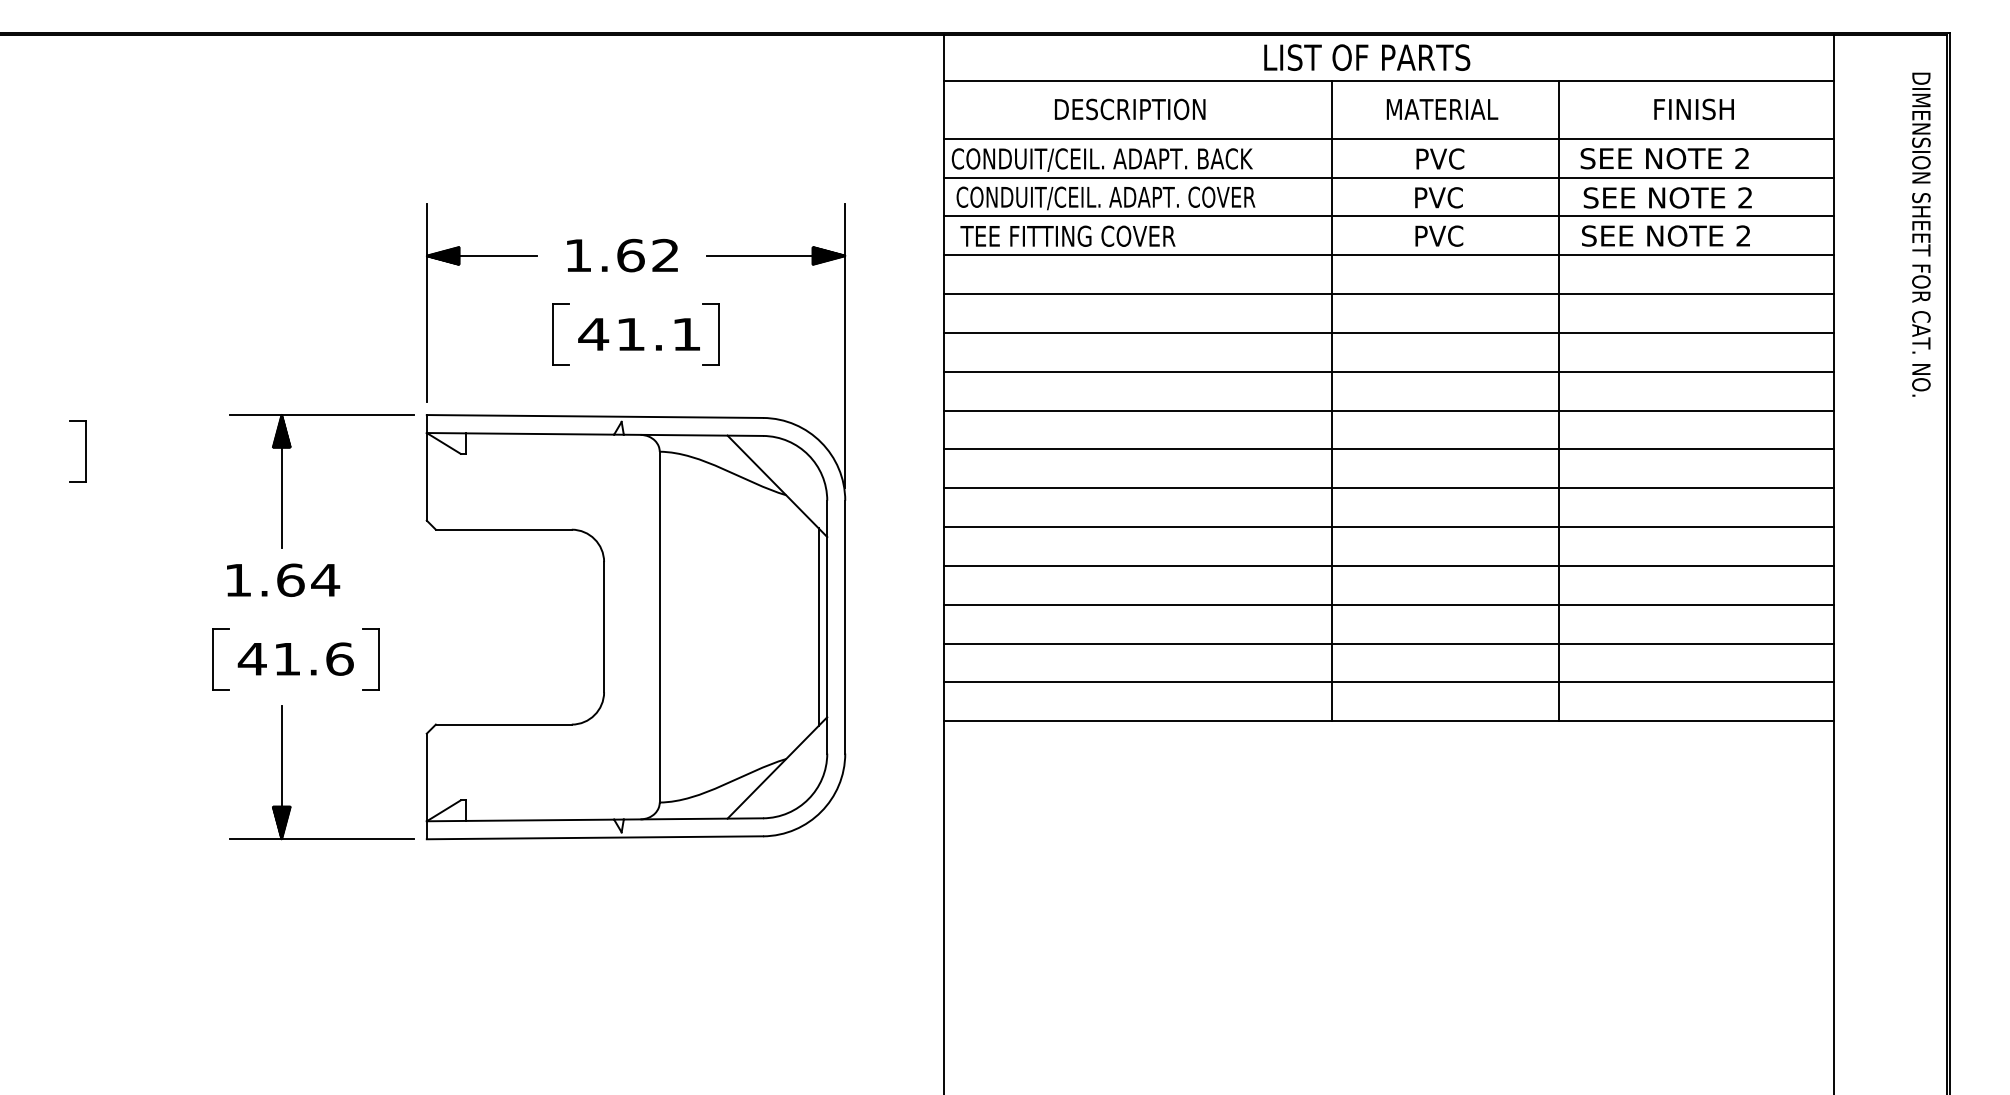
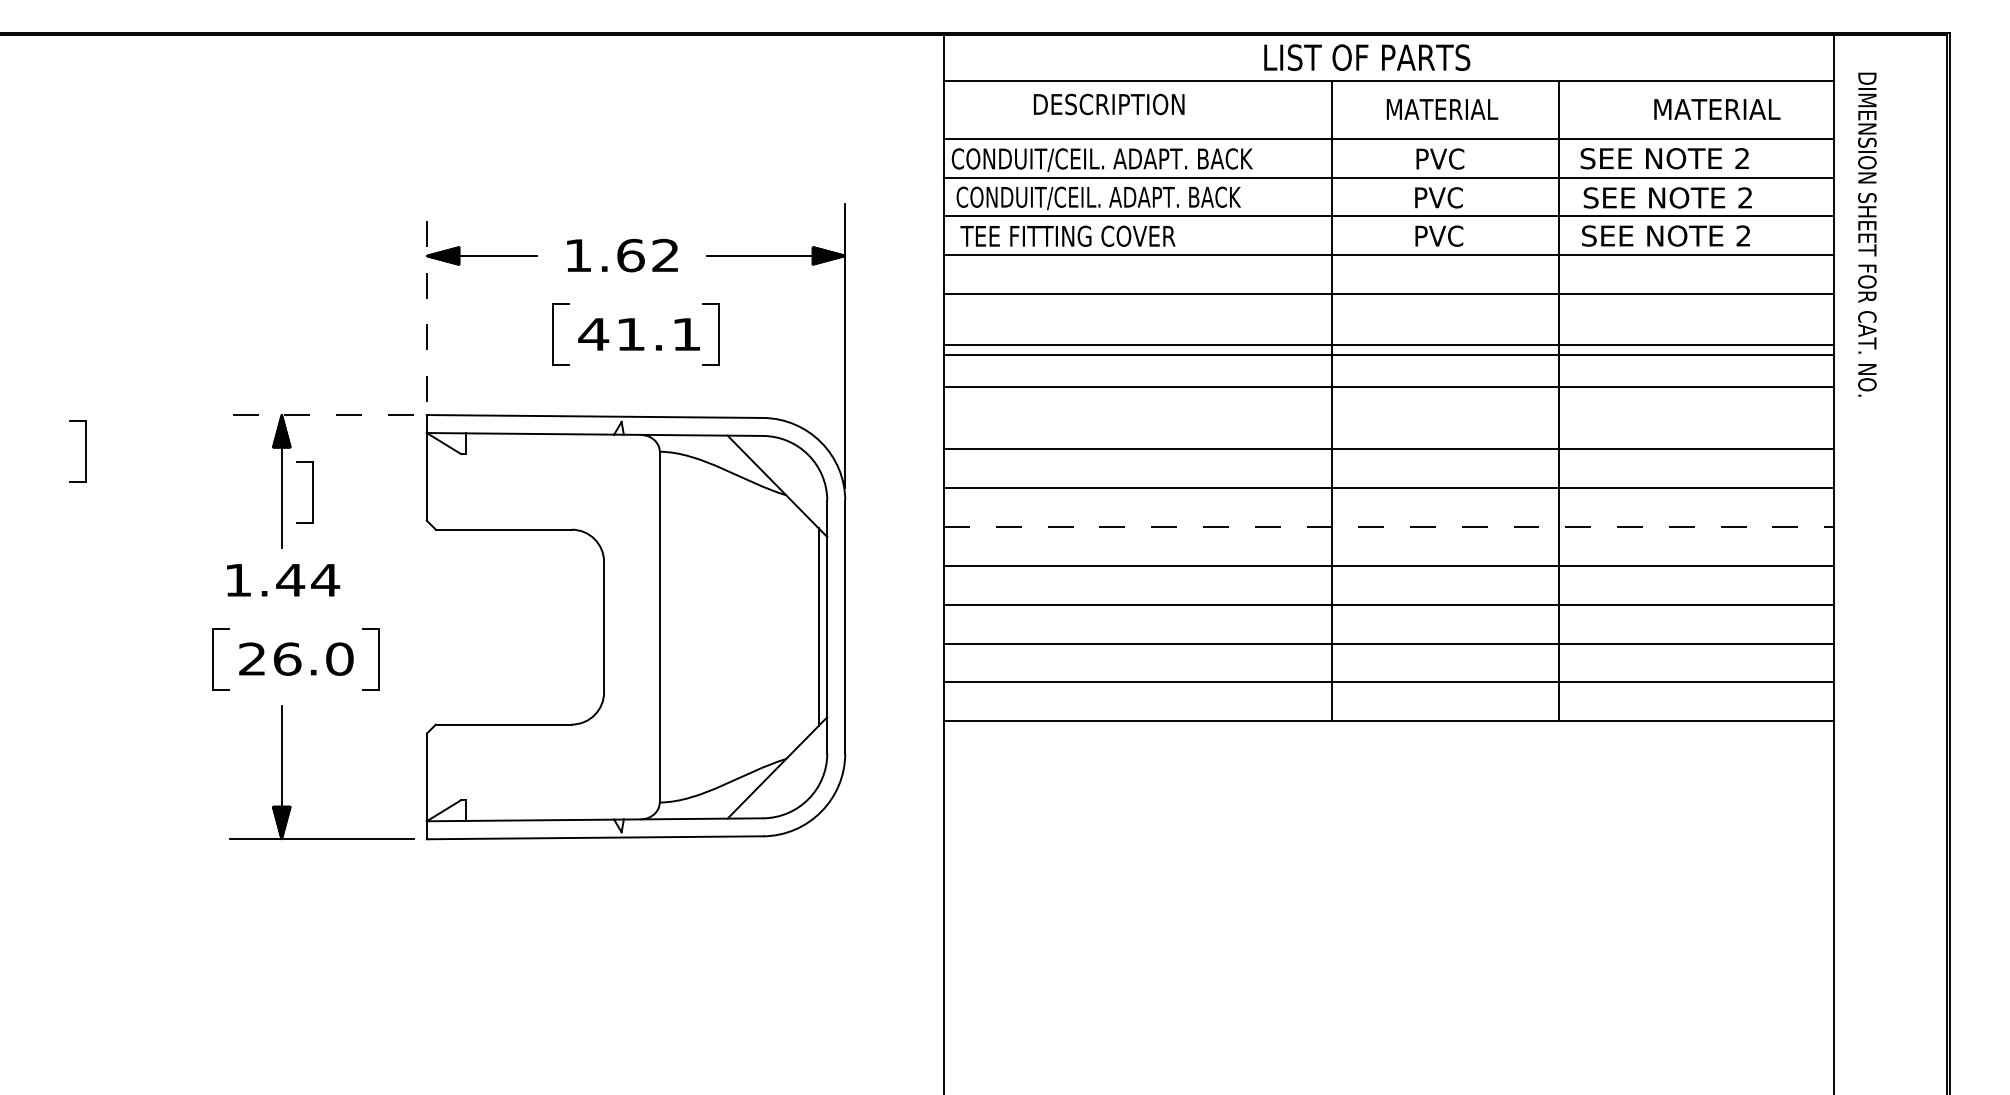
text at (1130, 109) position: (1130, 109) -> (1109, 104)
text at (1718, 109): FINISH -> MATERIAL
text at (1221, 196): CONDUIT/CEIL. ADAPT. COVER -> CONDUIT/CEIL. ADAPT. BACK
text at (1921, 234) position: (1921, 234) -> (1867, 234)
line at (426, 303): solid -> dashed
line at (1388, 332) position: (1388, 332) -> (1388, 344)
line at (1388, 371) position: (1388, 371) -> (1388, 354)
line at (1388, 410) position: (1388, 410) -> (1388, 386)
line at (321, 415): solid -> dashed
part at (312, 492): none -> present
line at (1389, 527): solid -> dashed
text at (290, 579): 1.64 -> 1.44
text at (295, 658): 41.6 -> 26.0
